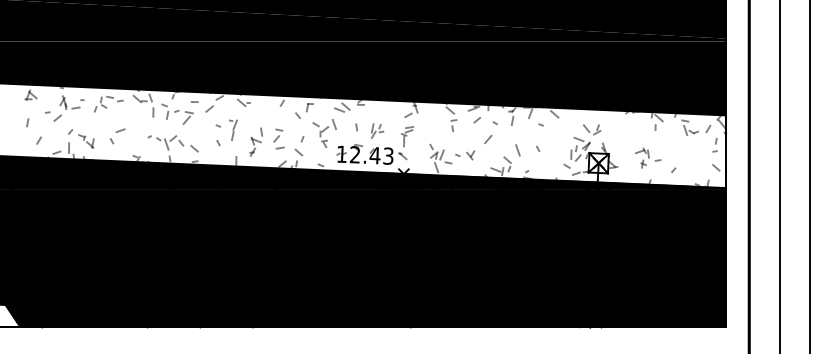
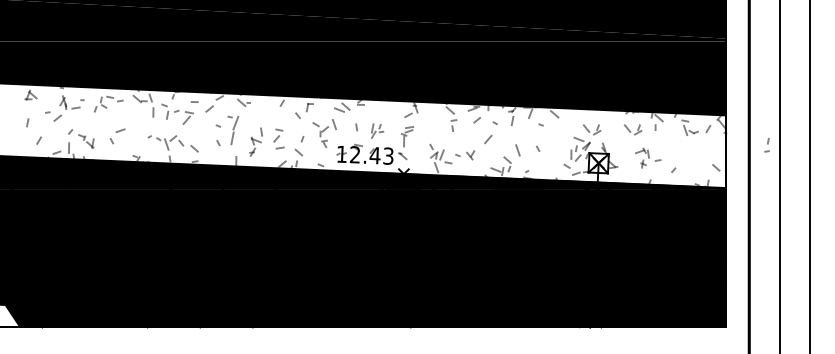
part at (233, 129) size: 9x22 px -> 13x29 px
part at (633, 129): none -> present
part at (714, 145) position: (714, 145) -> (766, 145)
